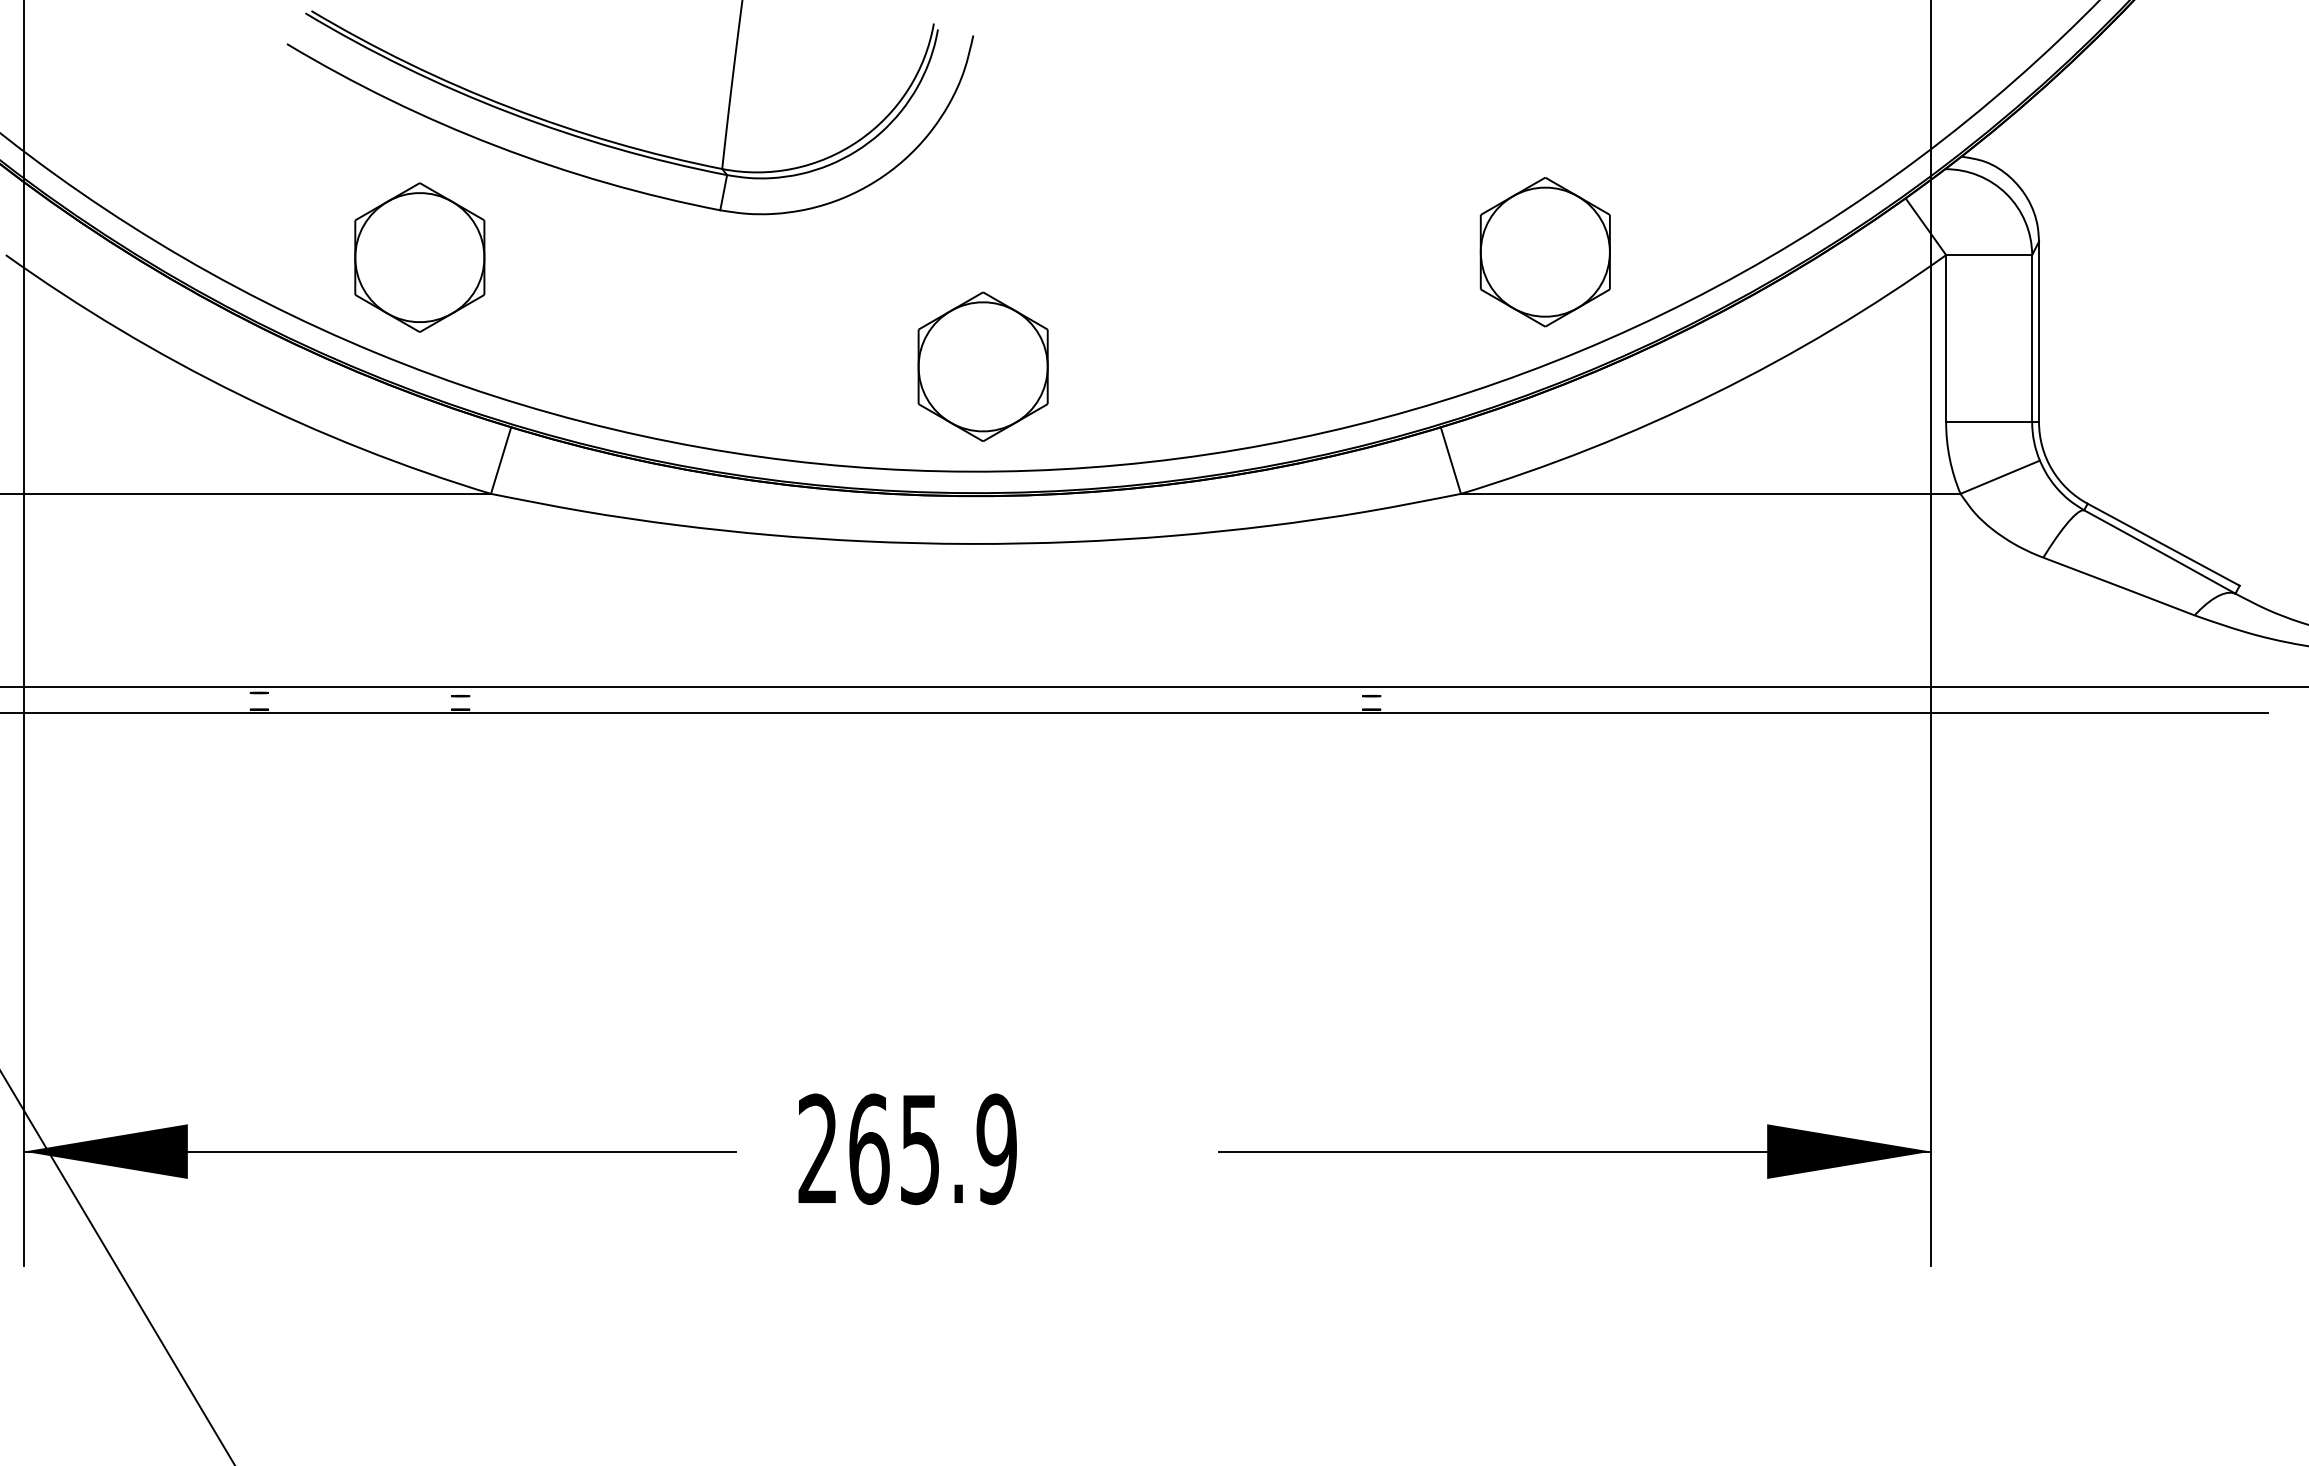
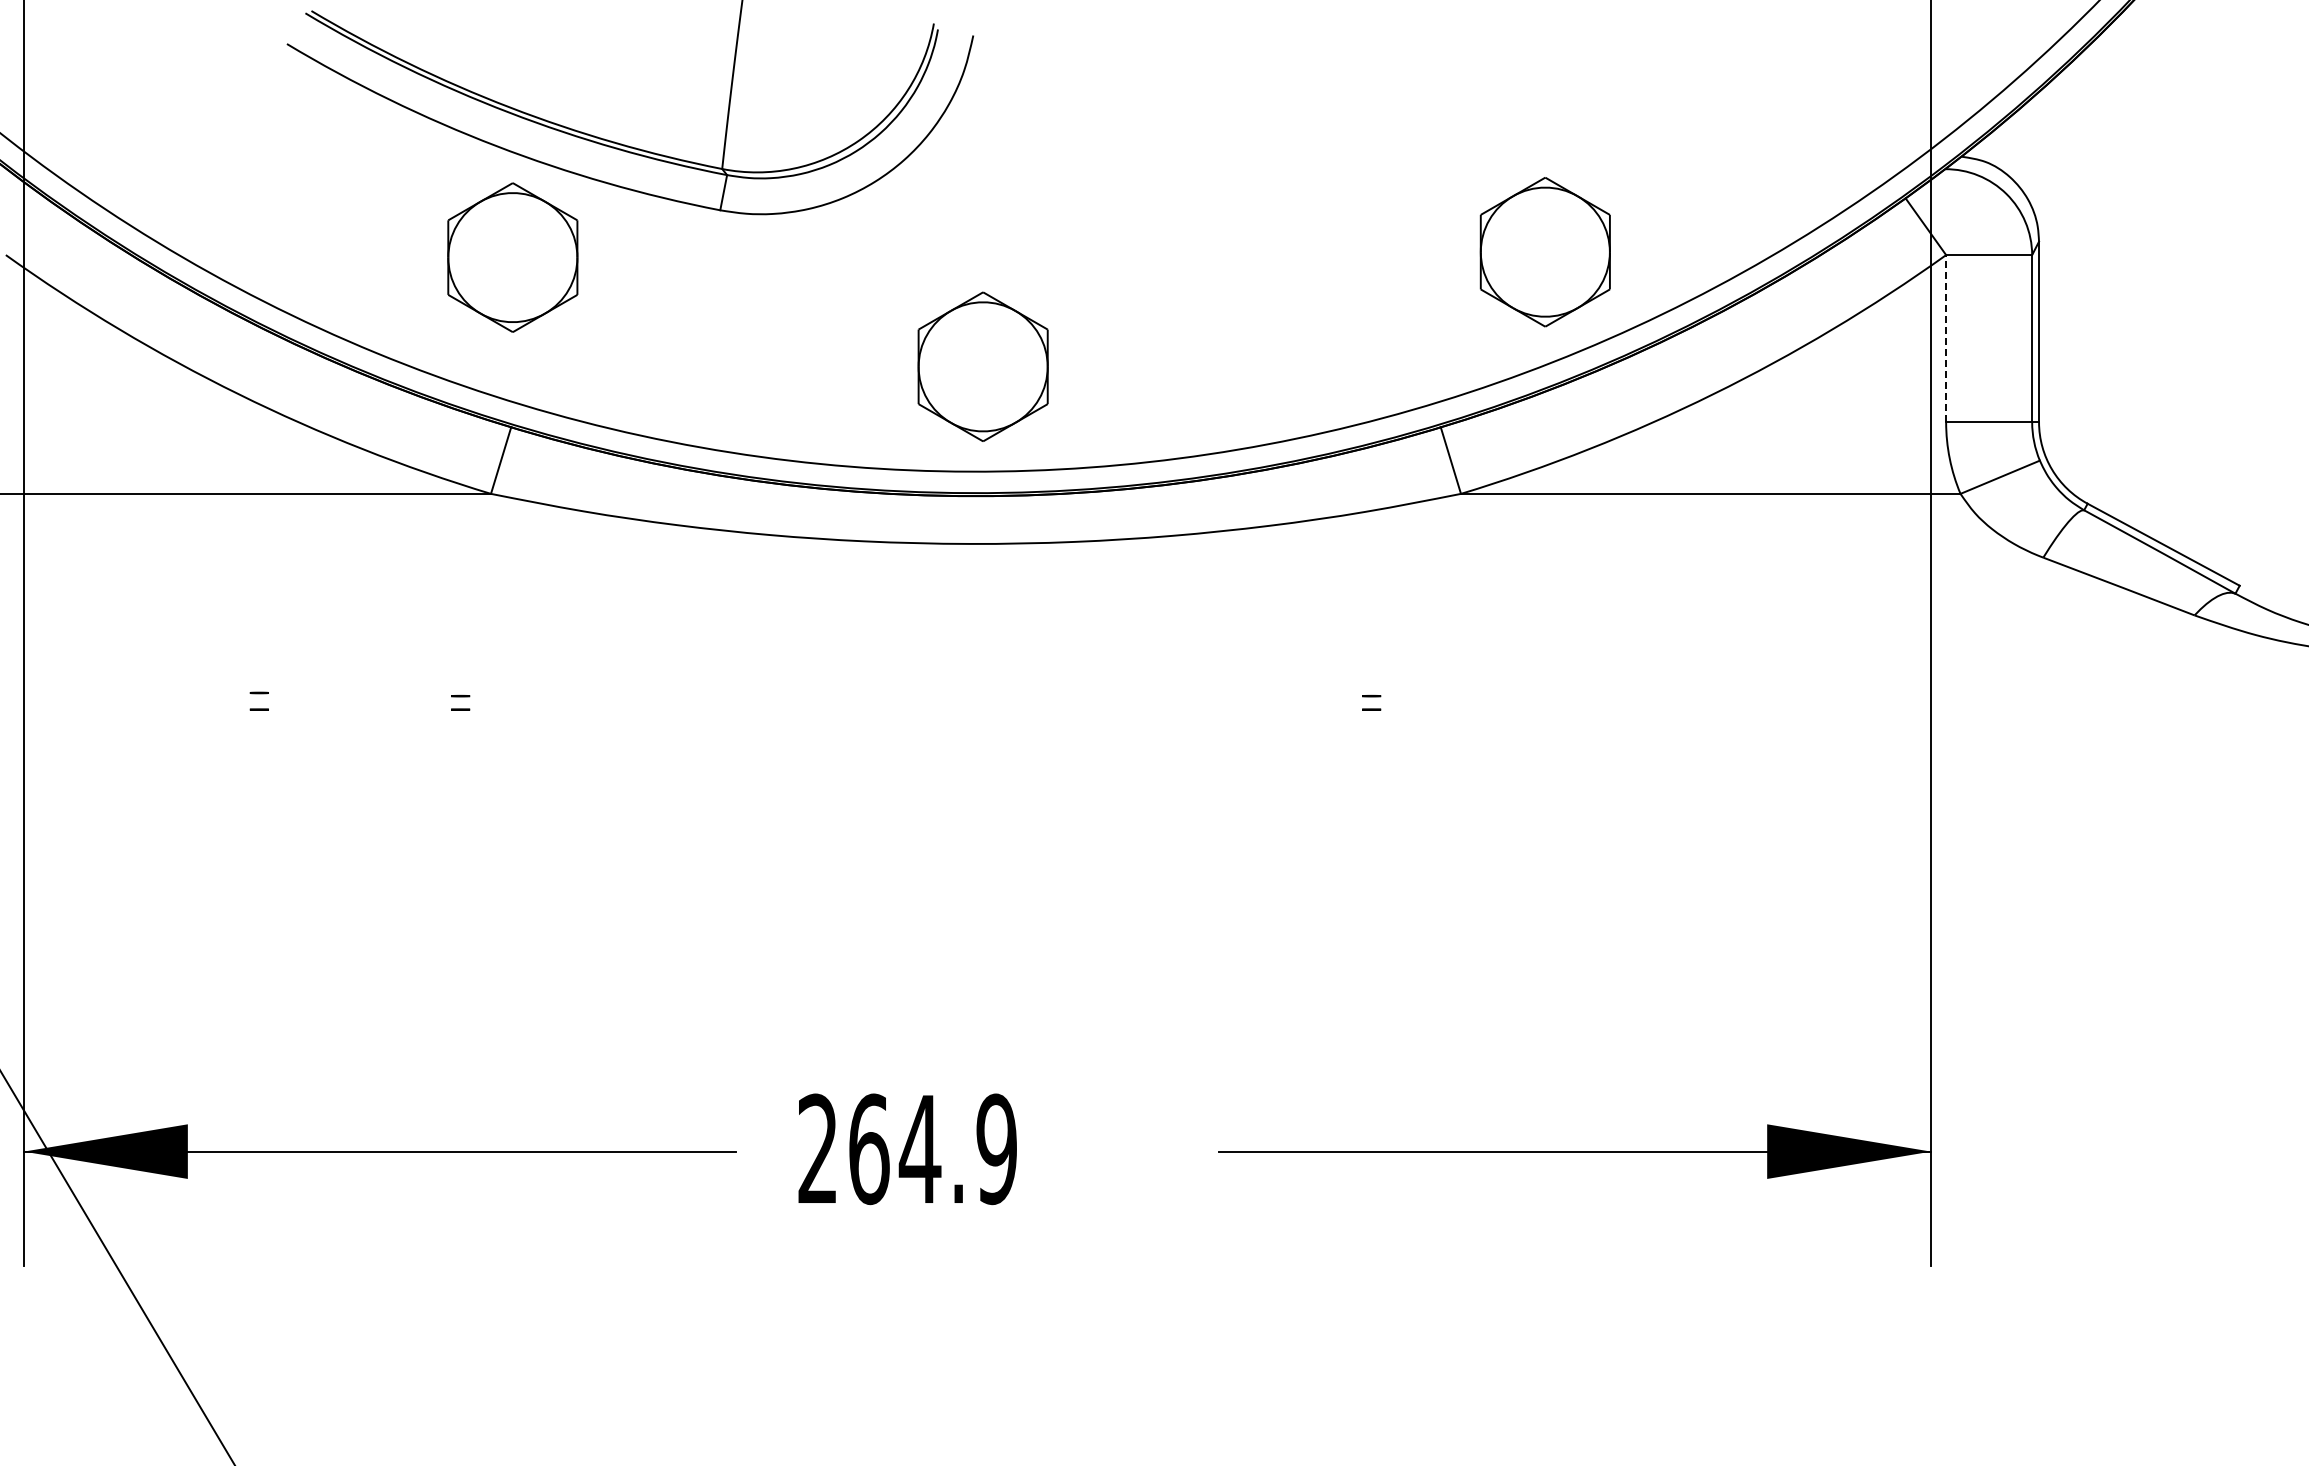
part at (419, 257) position: (419, 257) -> (512, 257)
line at (1946, 338): solid -> dashed
line at (1153, 687): present -> none
line at (1134, 713): present -> none
text at (919, 1150): 265.9 -> 264.9
